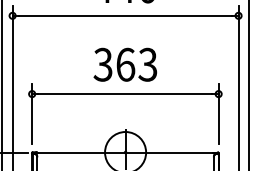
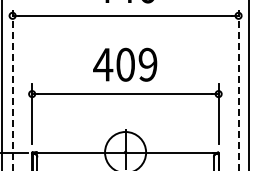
text at (125, 64): 363 -> 409
line at (12, 87): solid -> dashed
line at (238, 87): solid -> dashed
